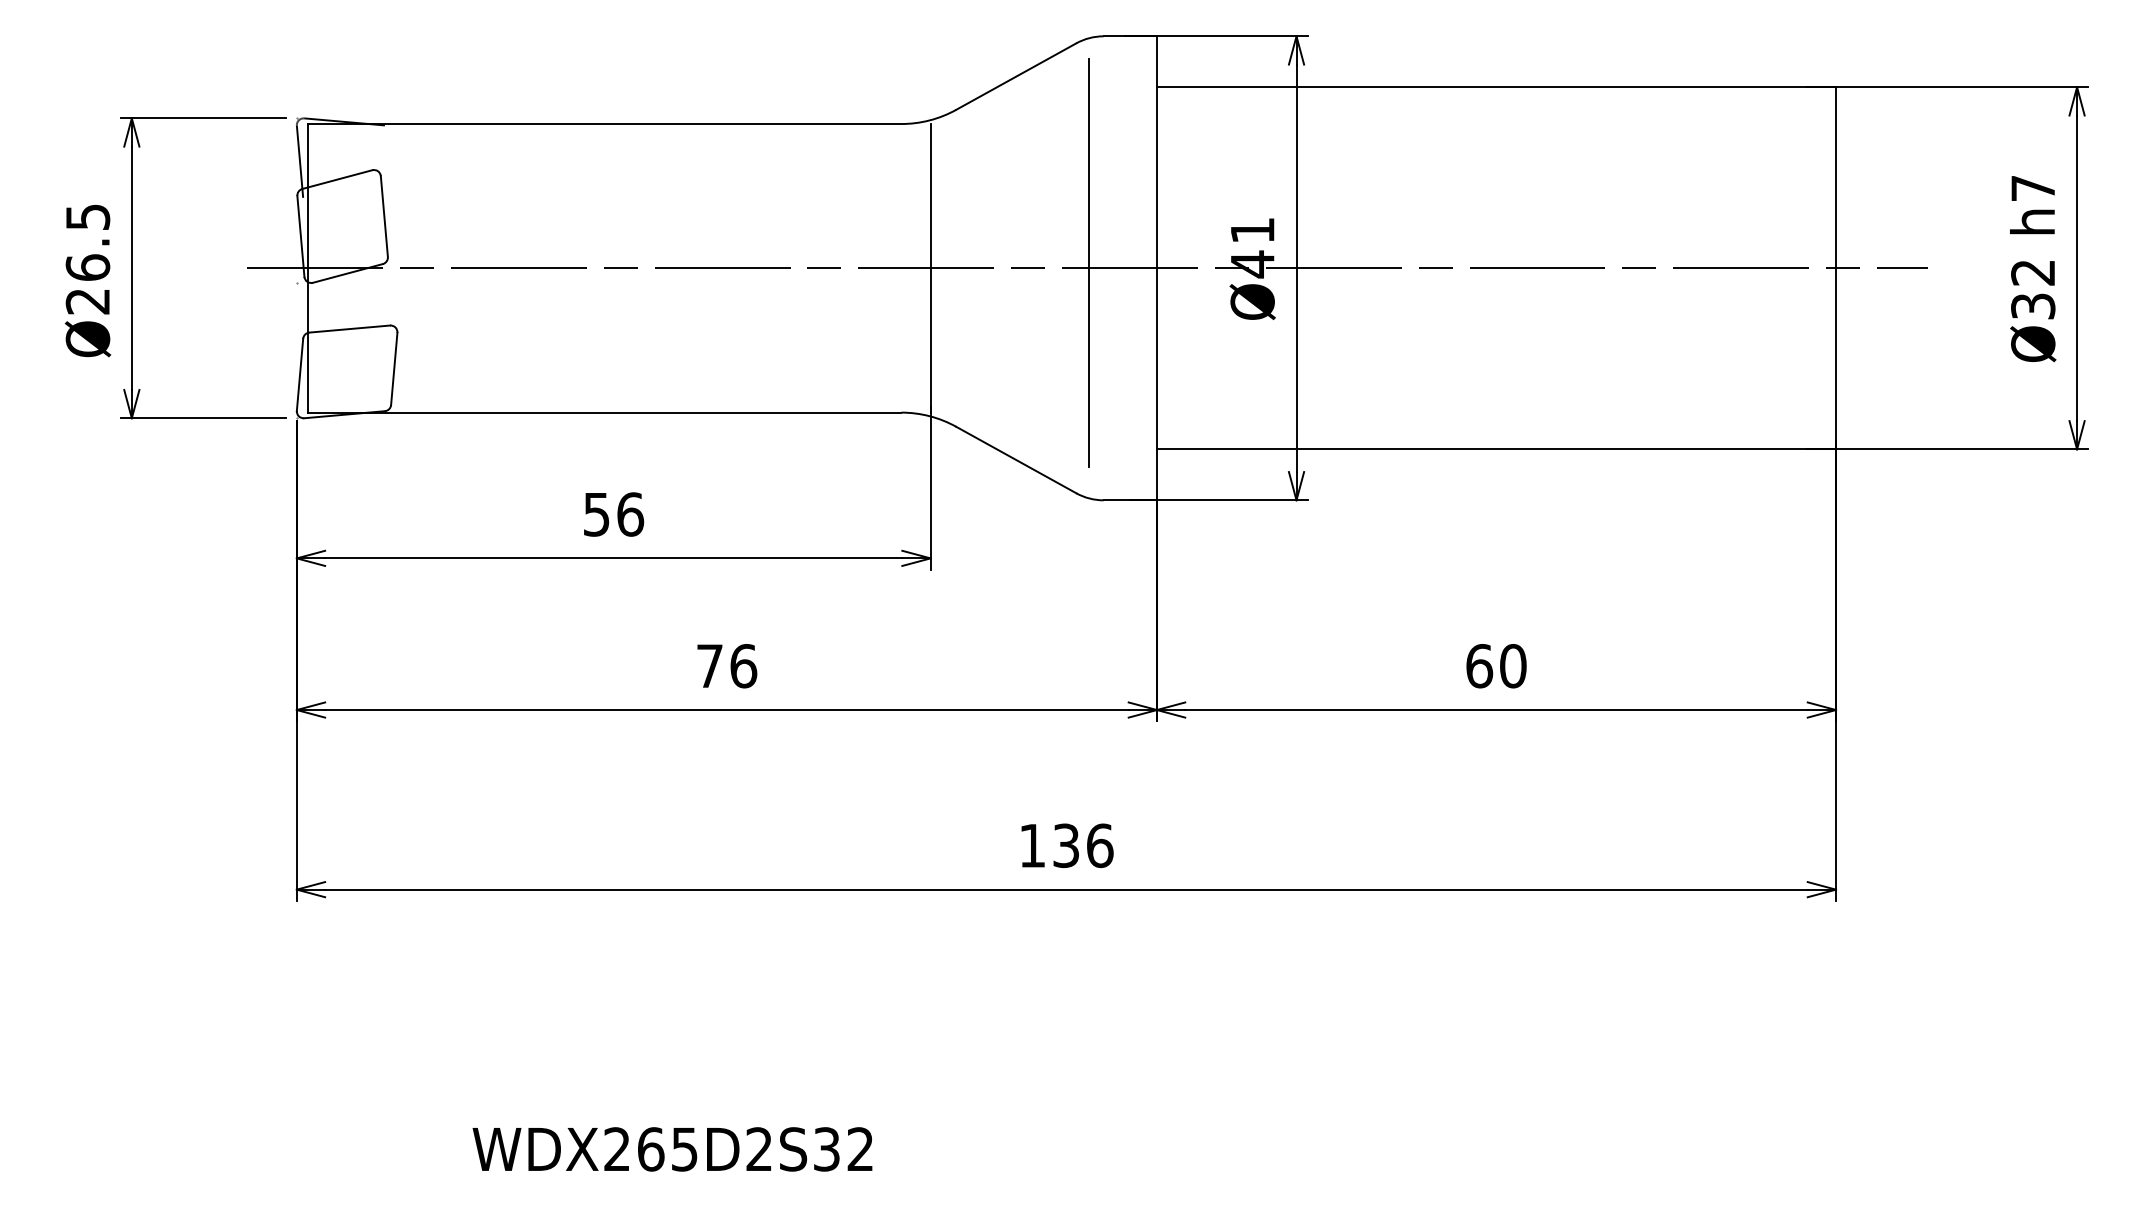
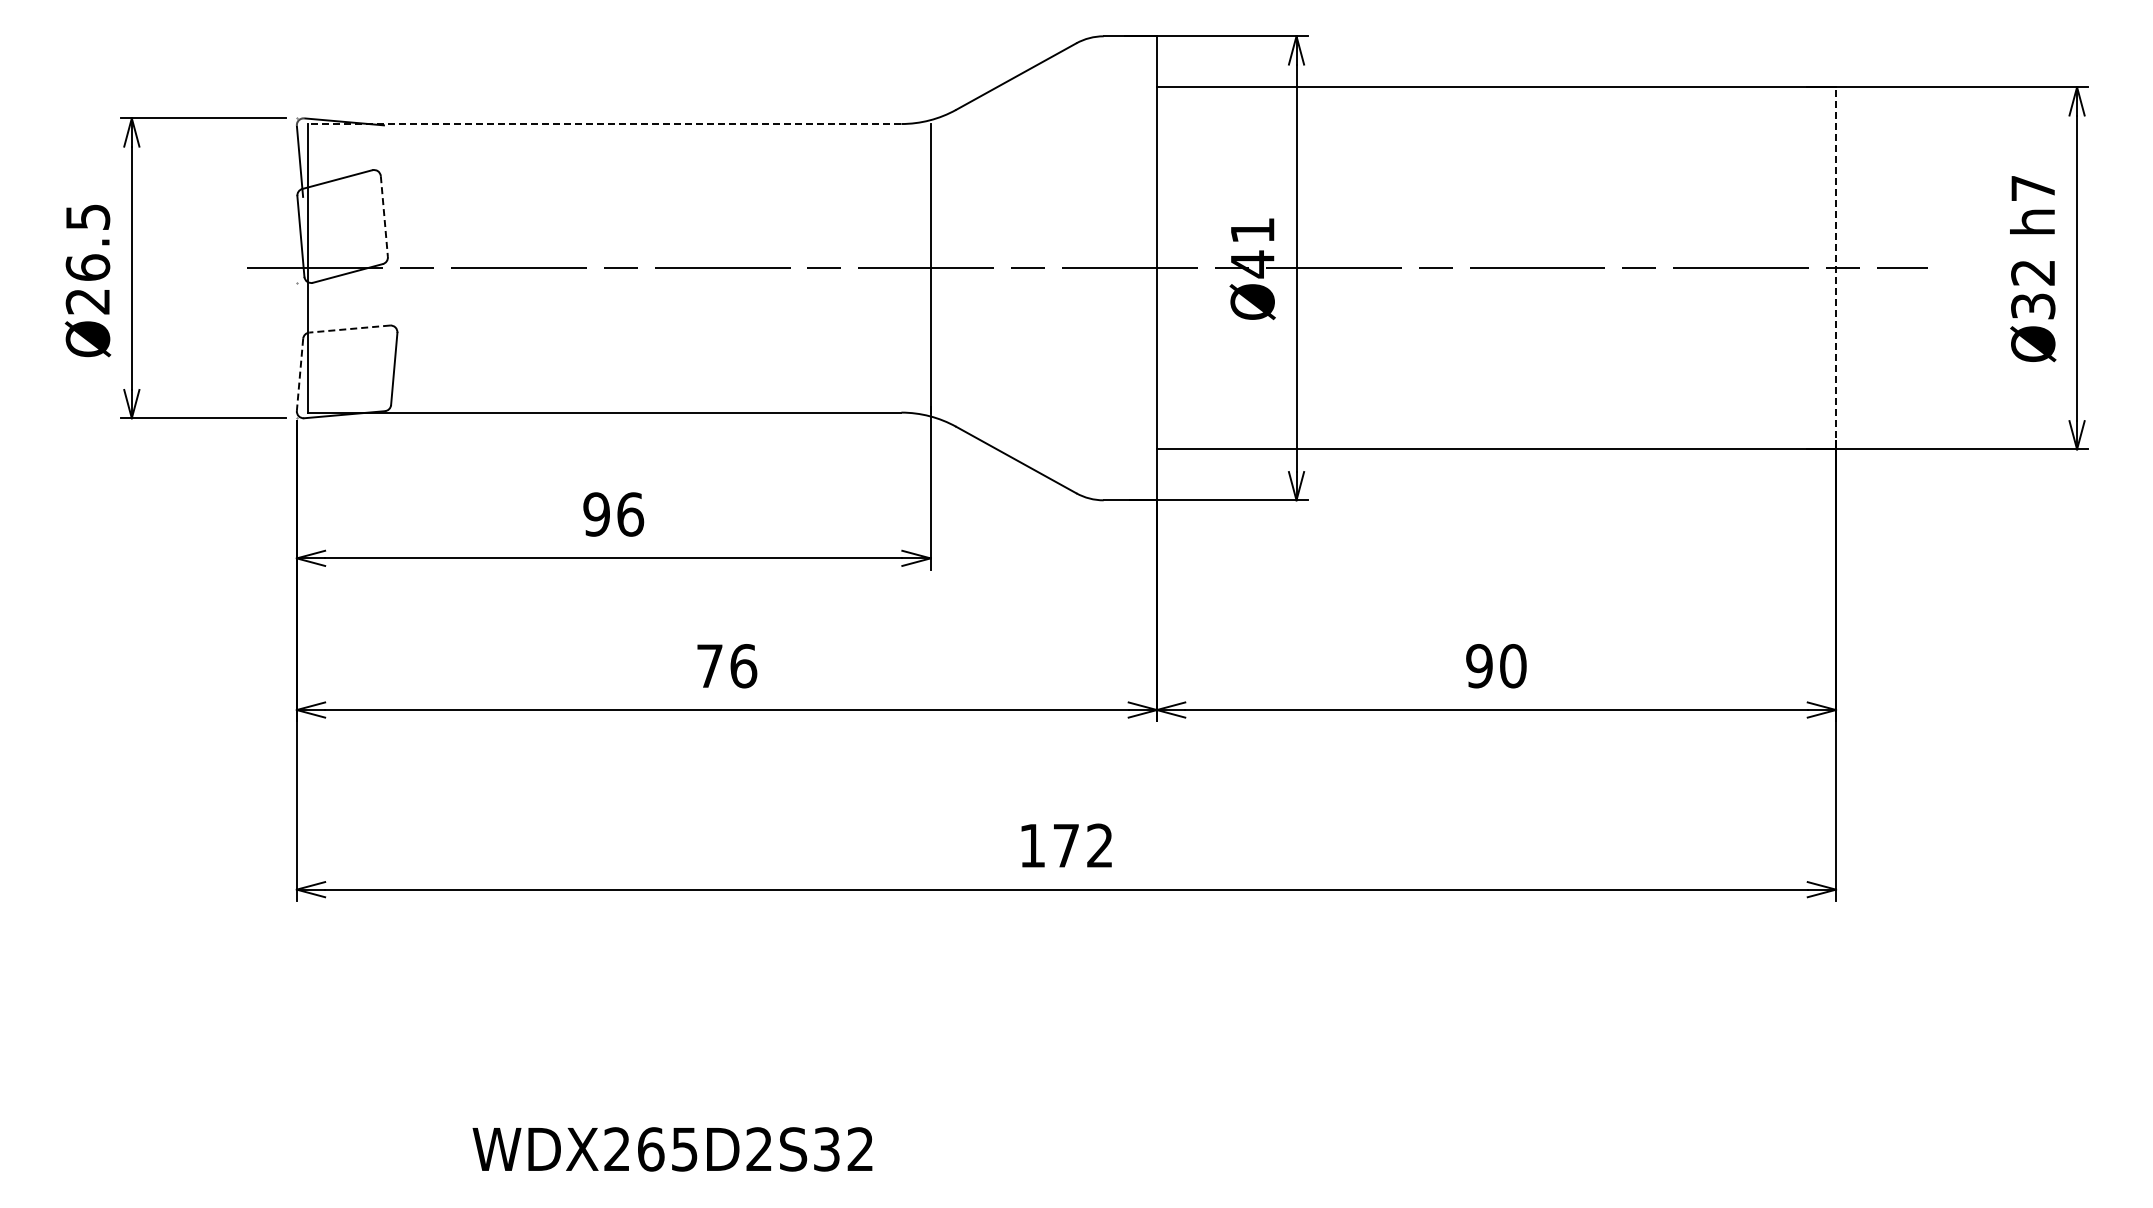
line at (604, 124): solid -> dashed
line at (384, 216): solid -> dashed
line at (1089, 262): present -> none
line at (1836, 267): solid -> dashed
line at (349, 329): solid -> dashed
line at (299, 375): solid -> dashed
text at (596, 514): 56 -> 96
text at (1479, 666): 60 -> 90
text at (1083, 845): 136 -> 172
